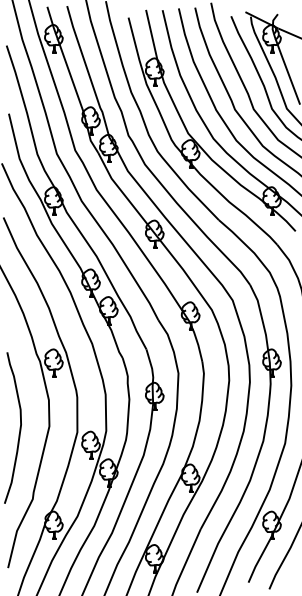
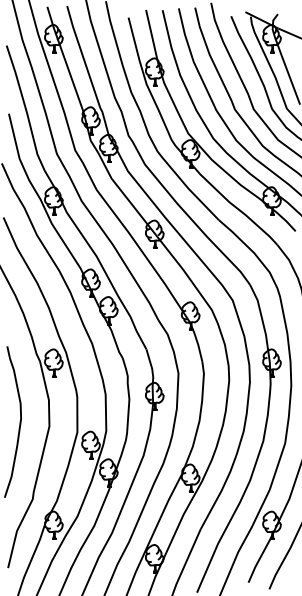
curve at (19, 427) position: (19, 427) -> (19, 421)
